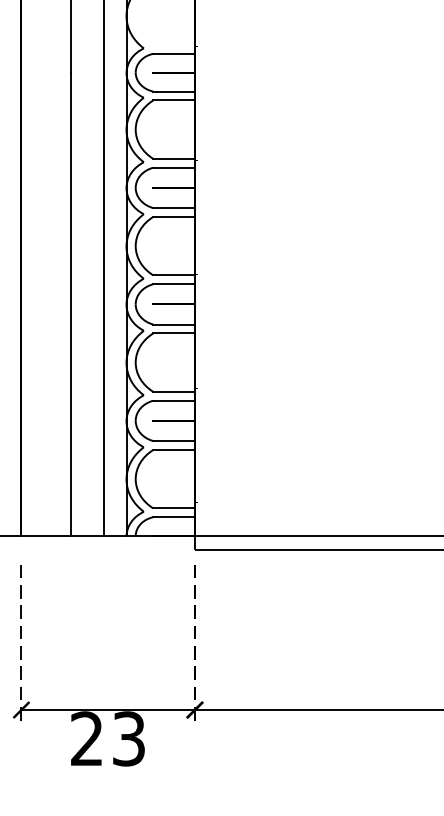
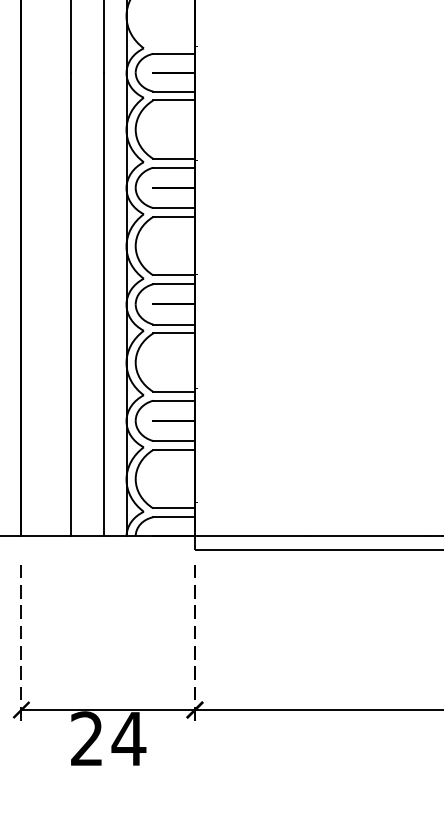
text at (128, 738): 23 -> 24
